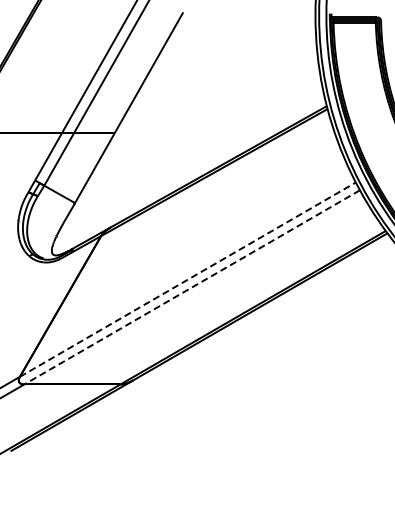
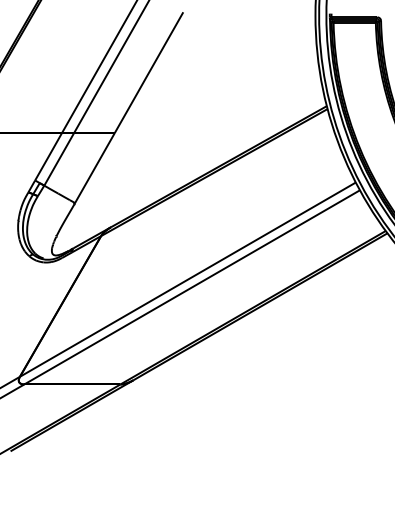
line at (188, 279): dashed -> solid
line at (192, 287): dashed -> solid
